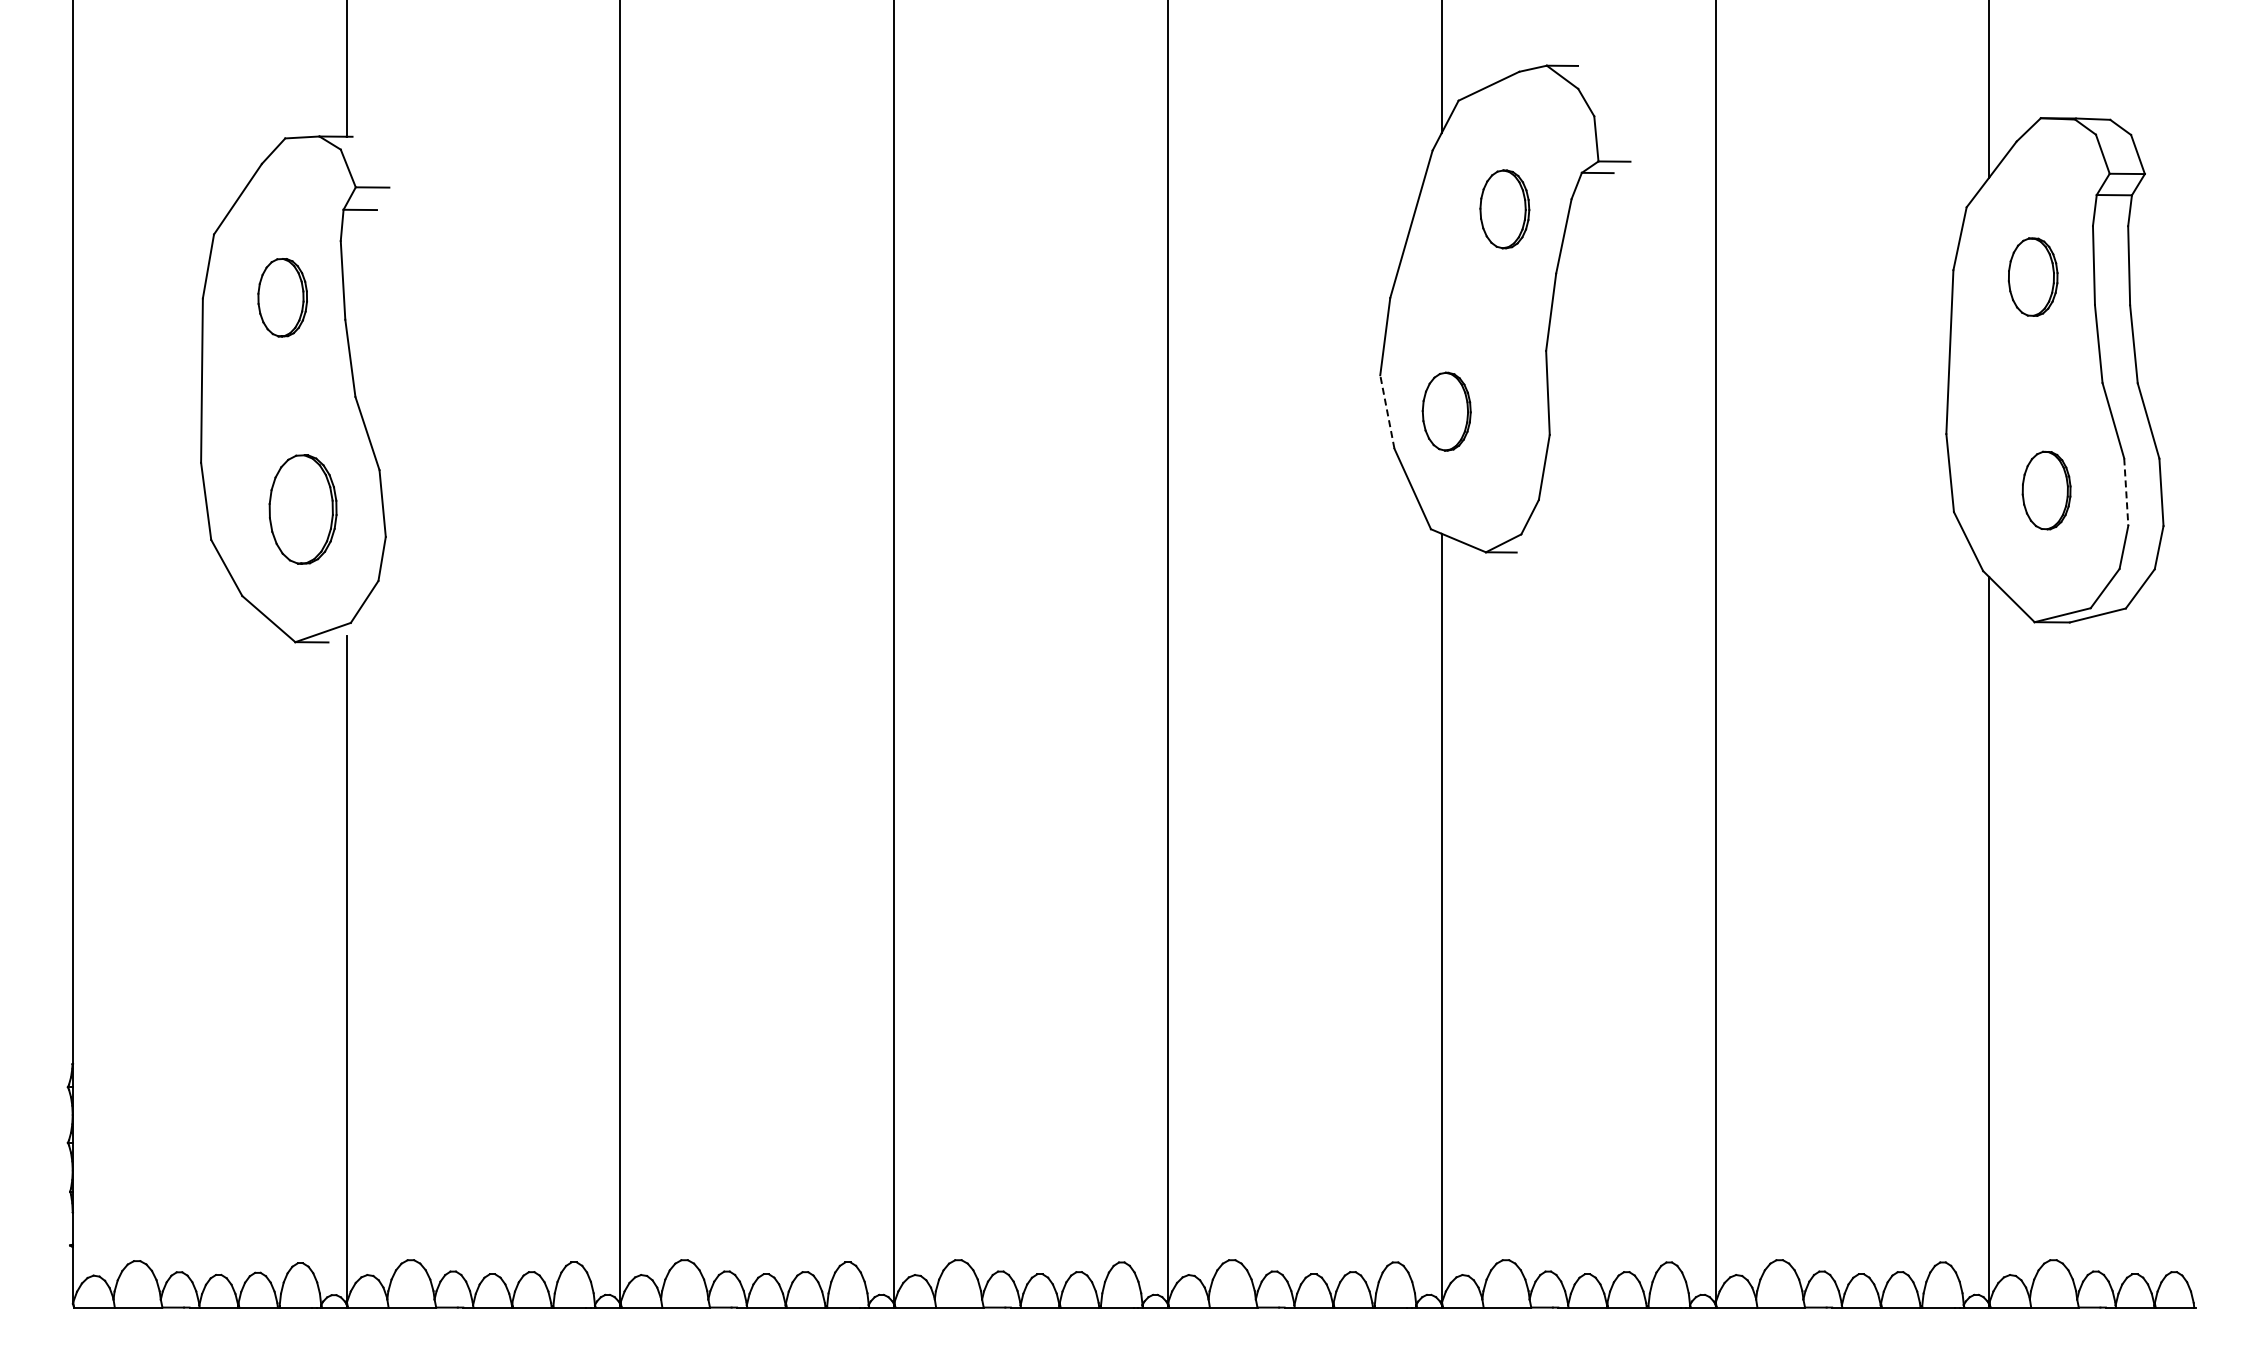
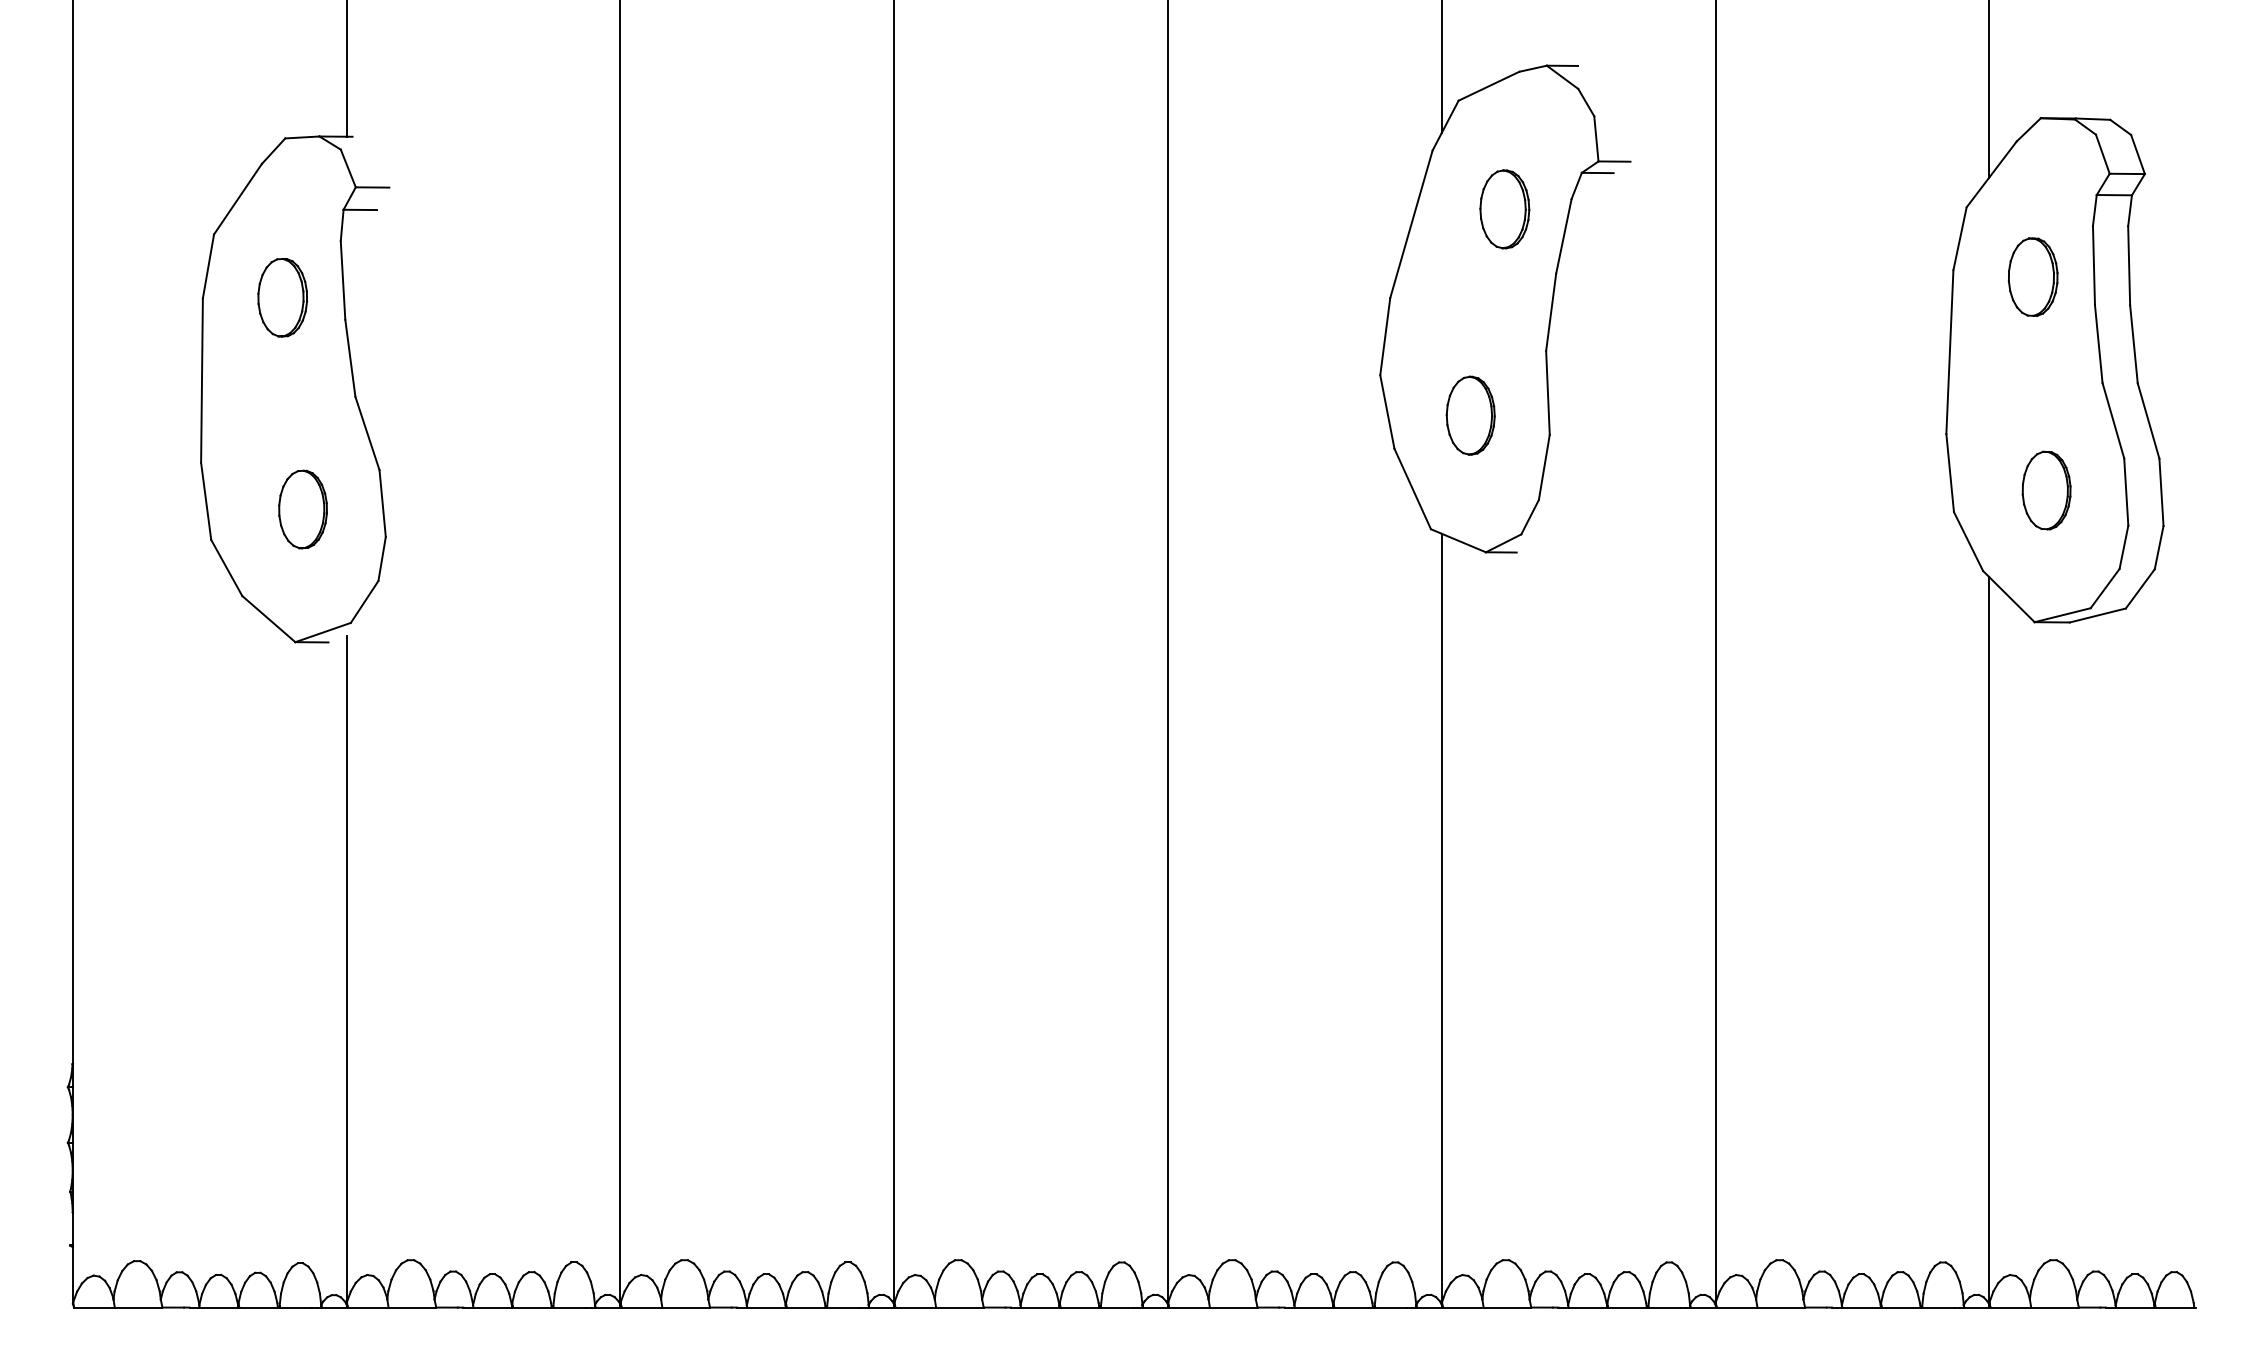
line at (1387, 411): dashed -> solid
part at (1446, 411) position: (1446, 411) -> (1470, 415)
line at (2126, 492): dashed -> solid
part at (302, 509) size: 70x111 px -> 50x81 px
